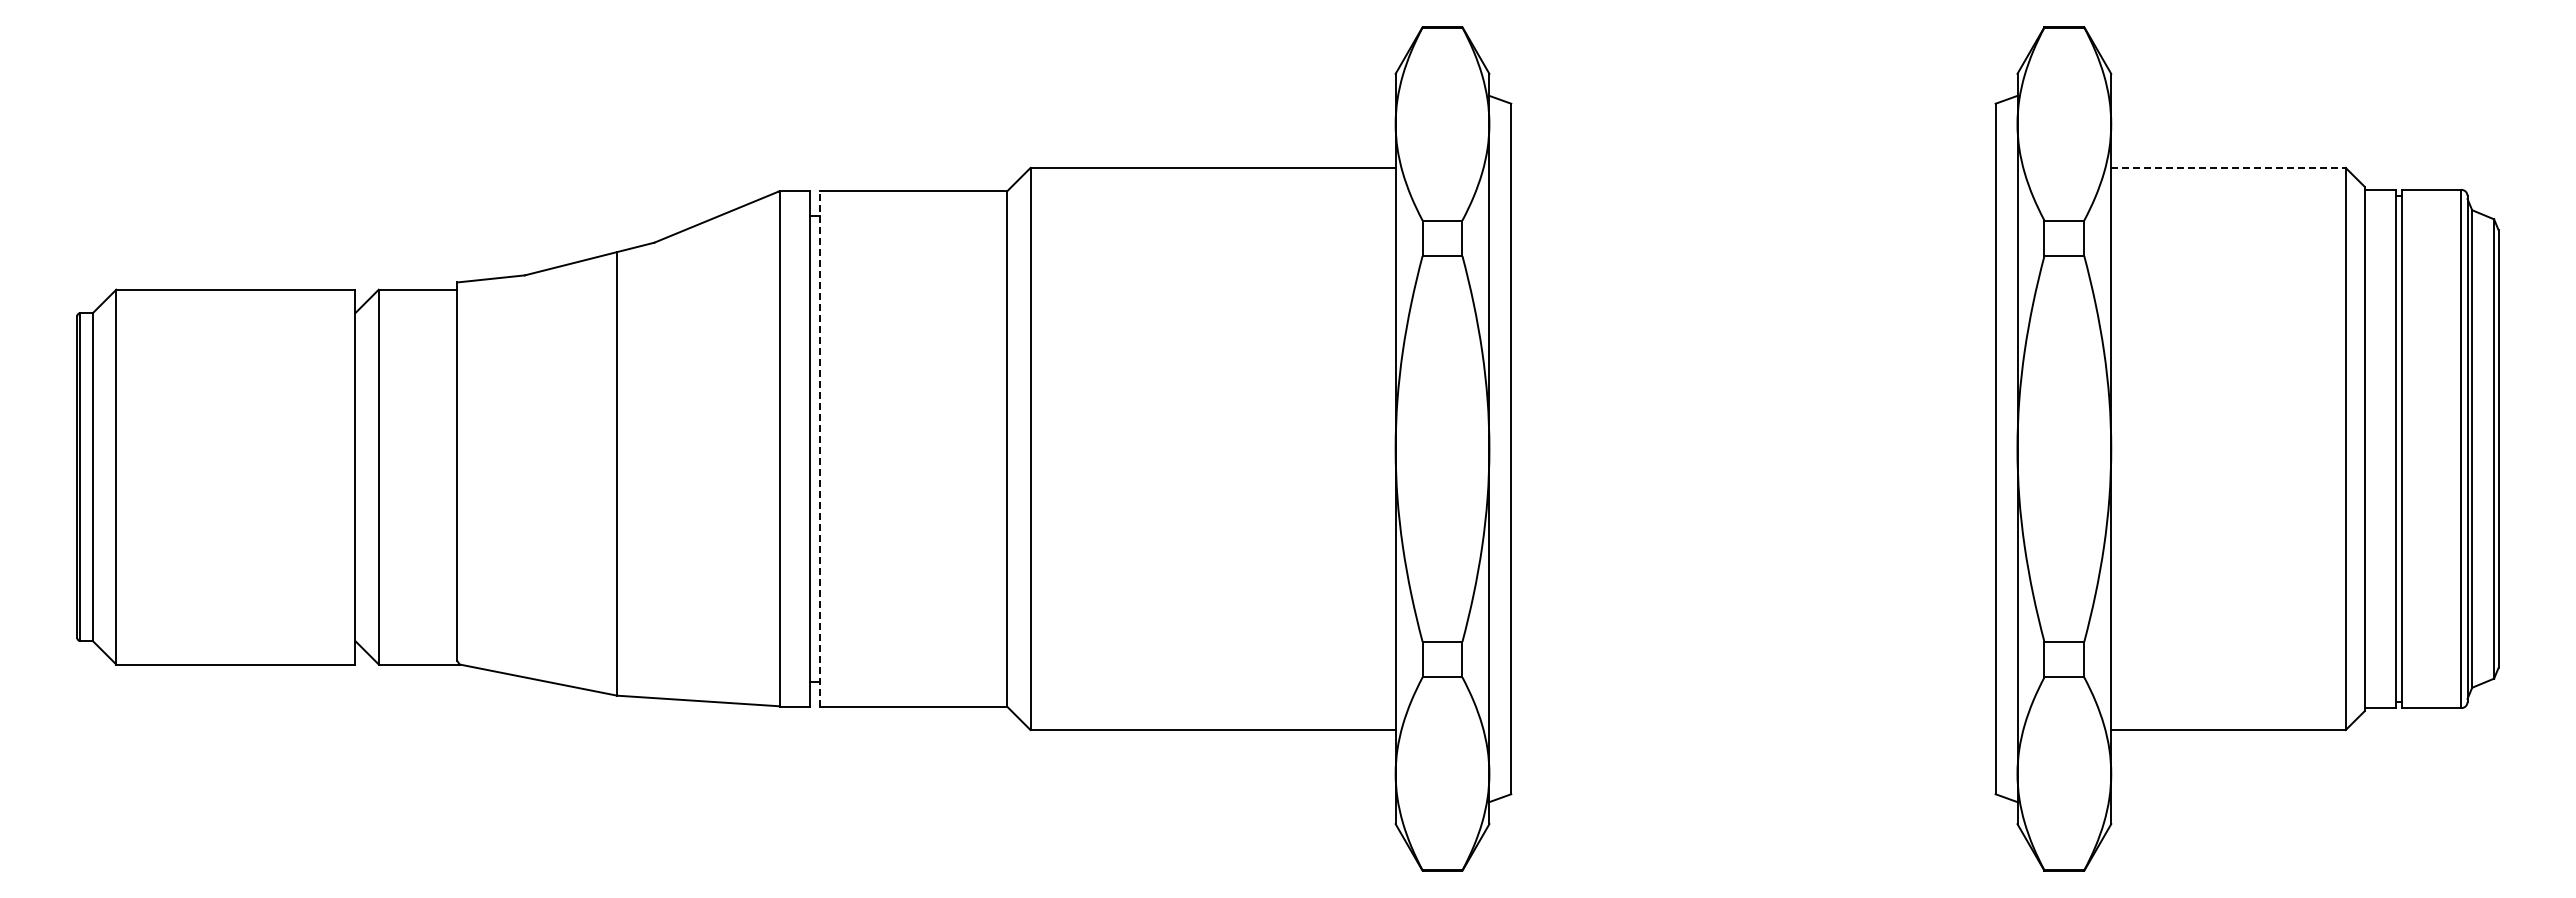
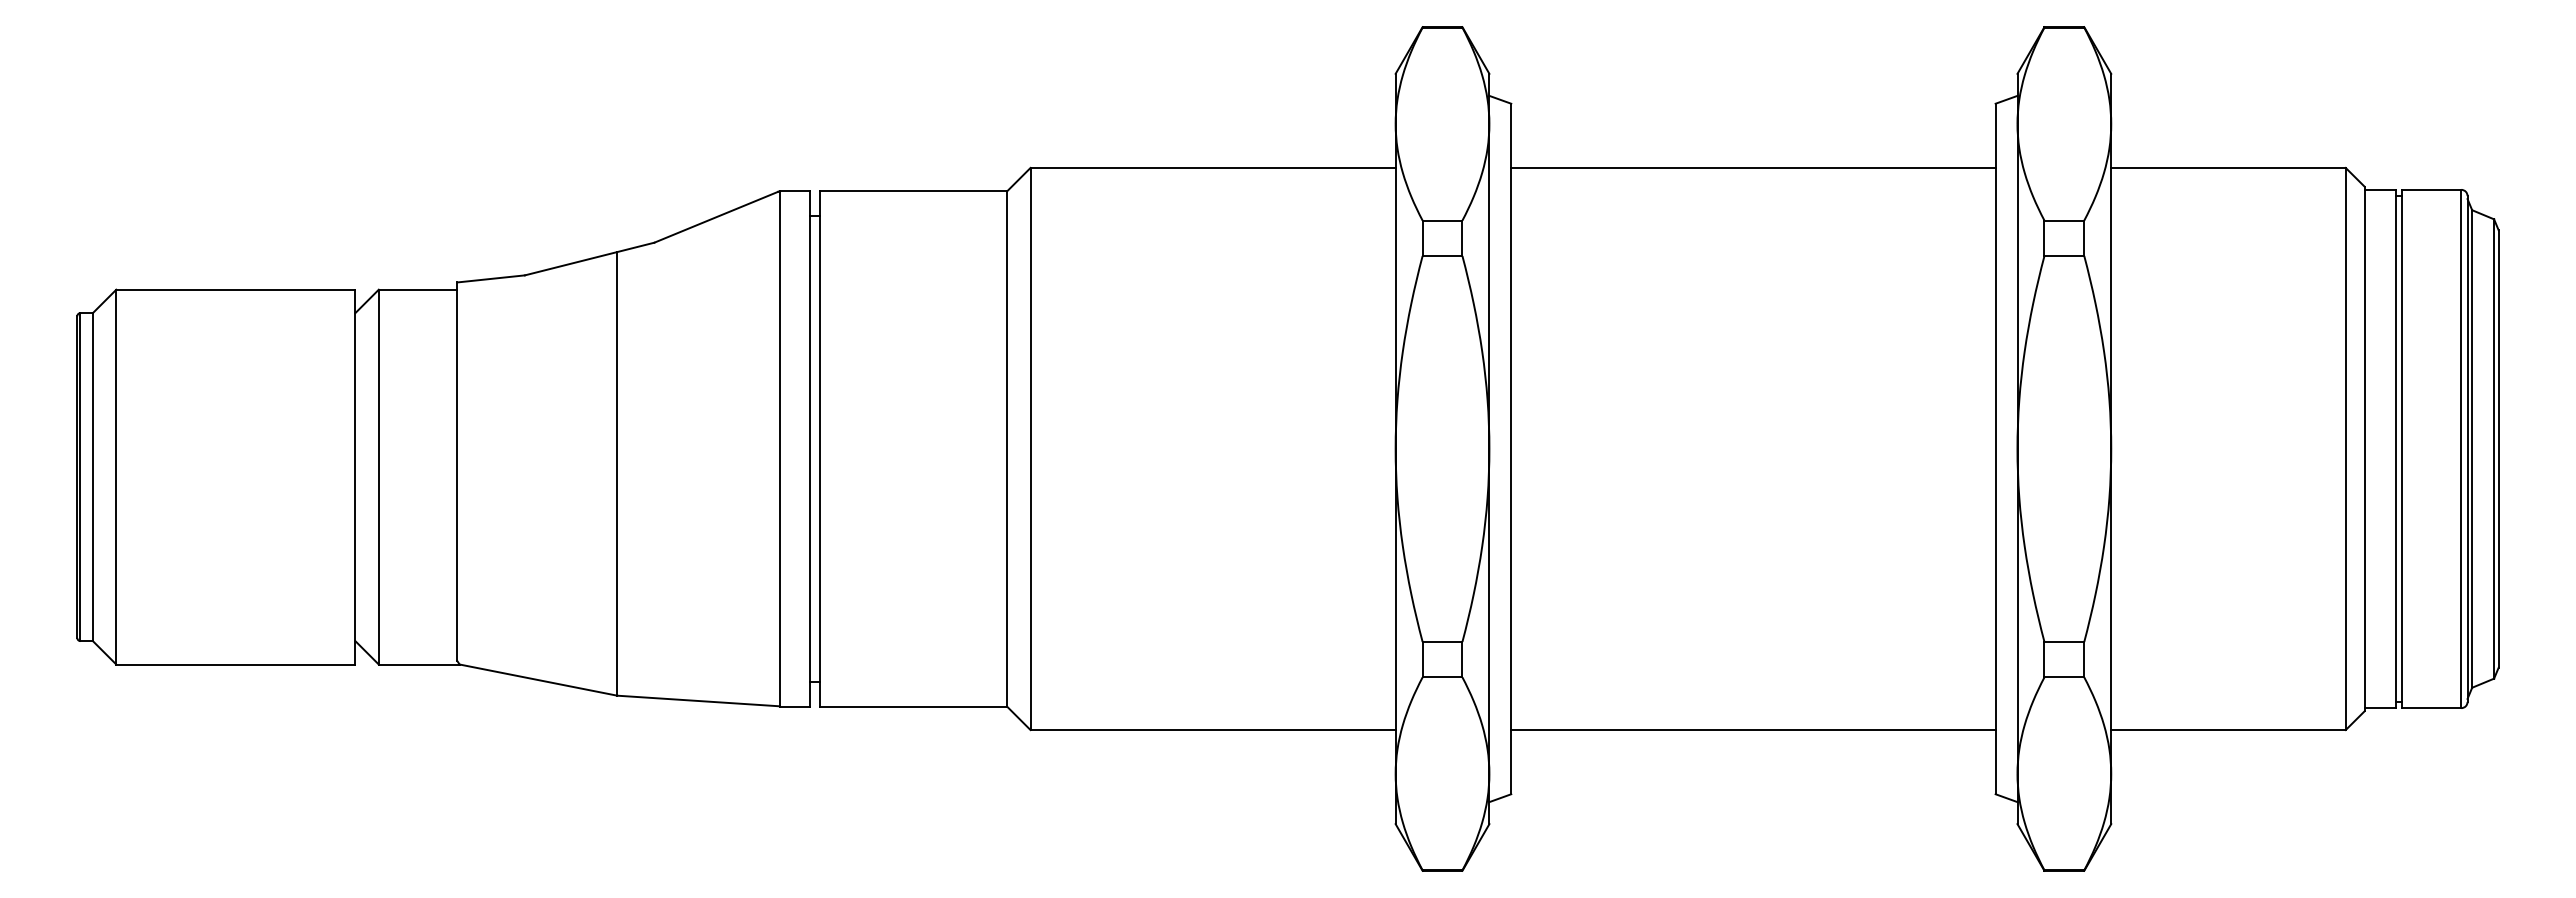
line at (1753, 167): none -> present
line at (2229, 167): dashed -> solid
line at (819, 449): dashed -> solid
line at (1753, 730): none -> present
